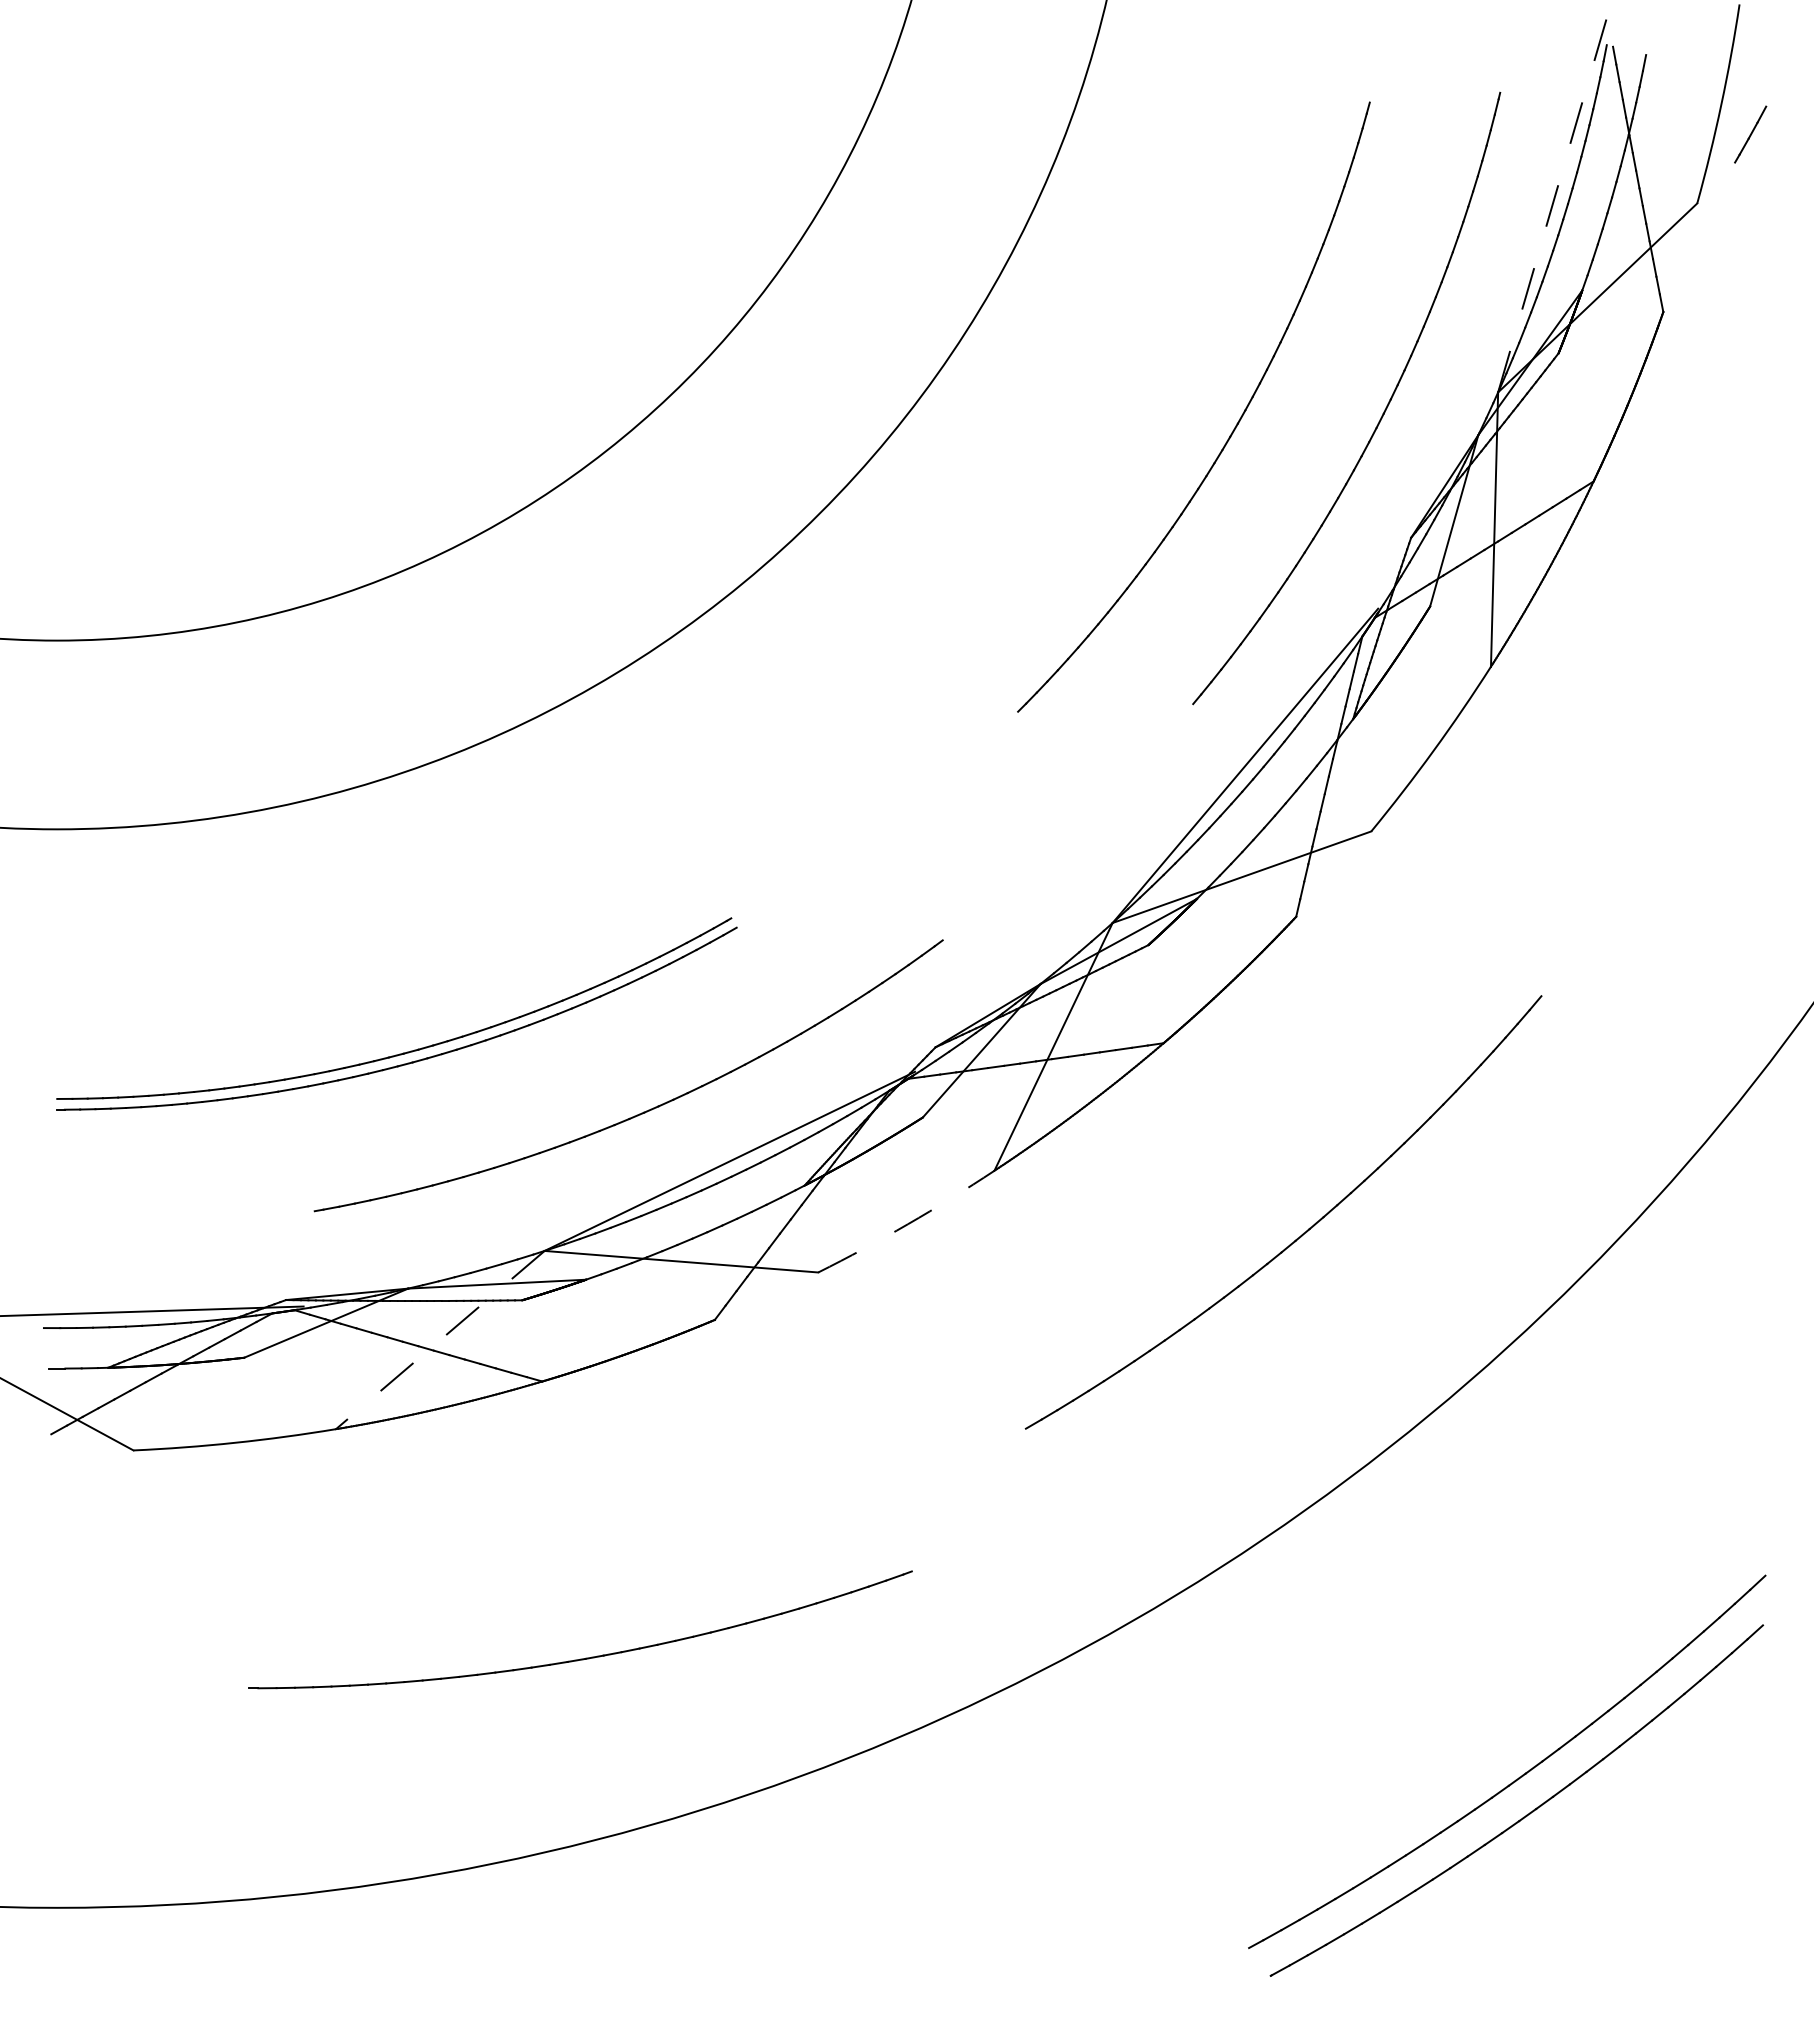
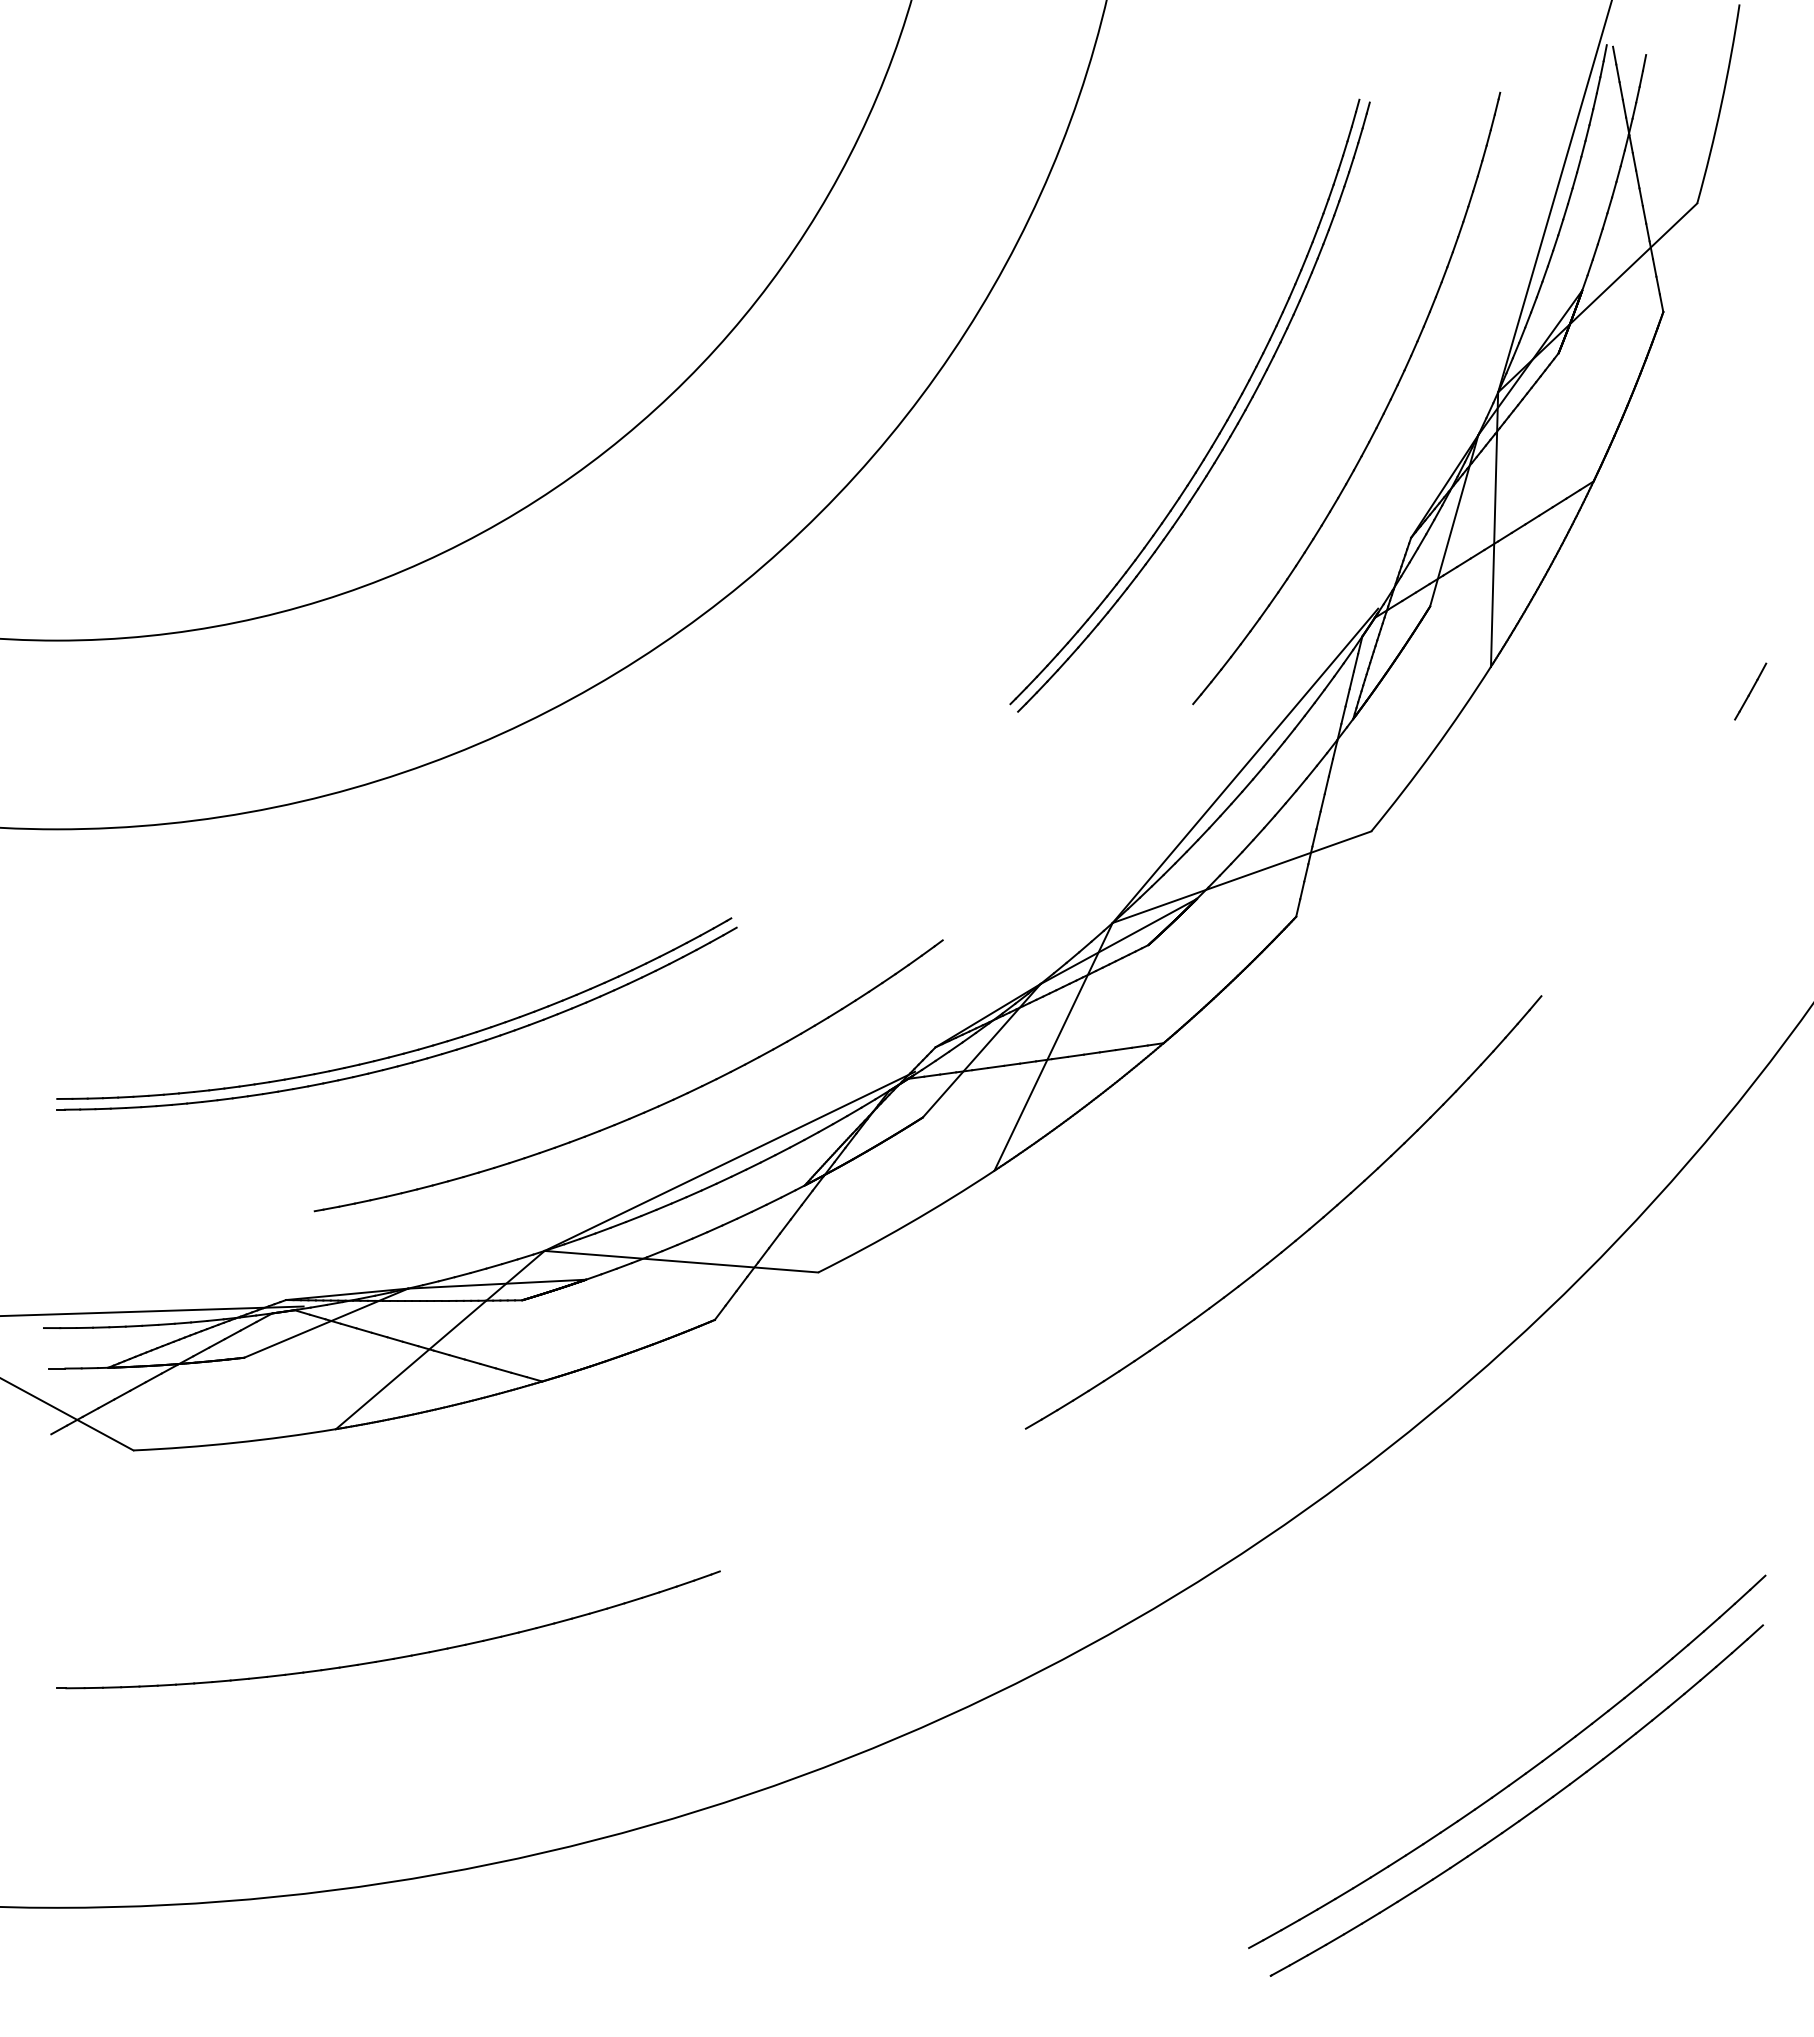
line at (1750, 134) position: (1750, 134) -> (1750, 691)
line at (1555, 195): dashed -> solid
part at (1223, 424): none -> present
arc at (907, 1224): dashed -> solid
line at (439, 1340): dashed -> solid
part at (585, 1657) position: (585, 1657) -> (393, 1657)
